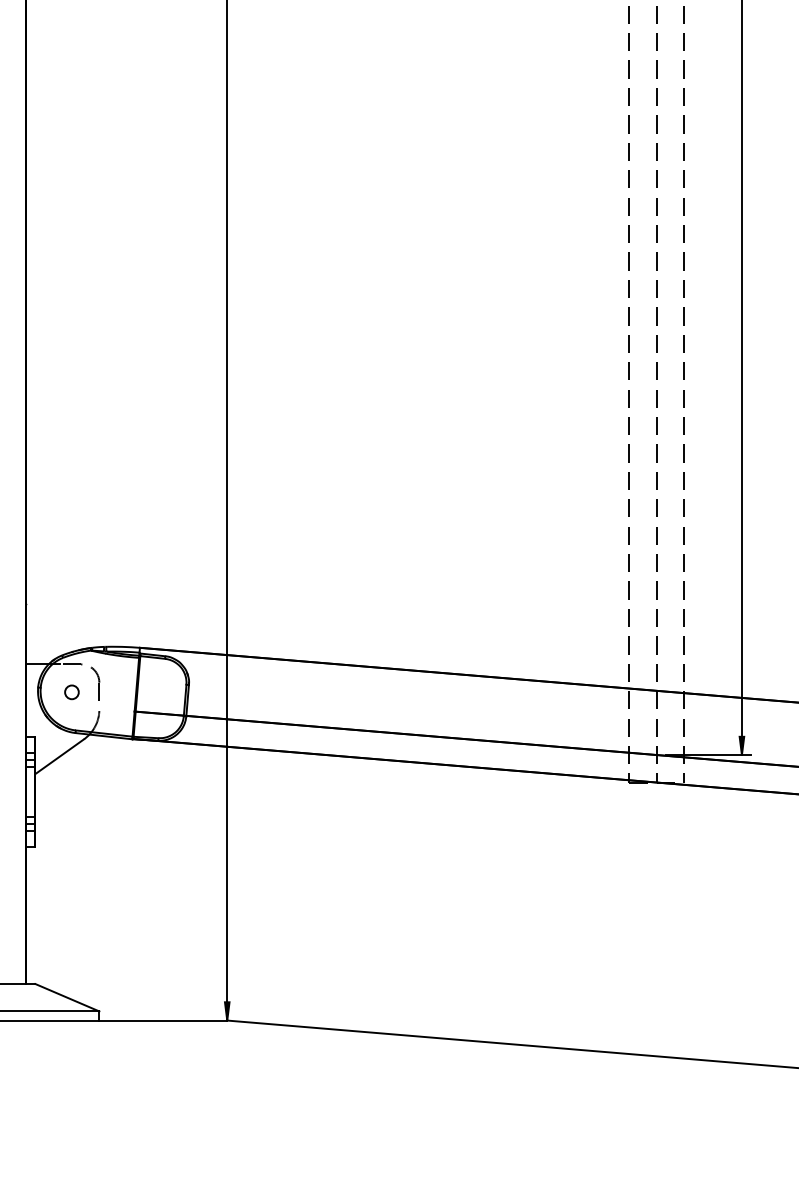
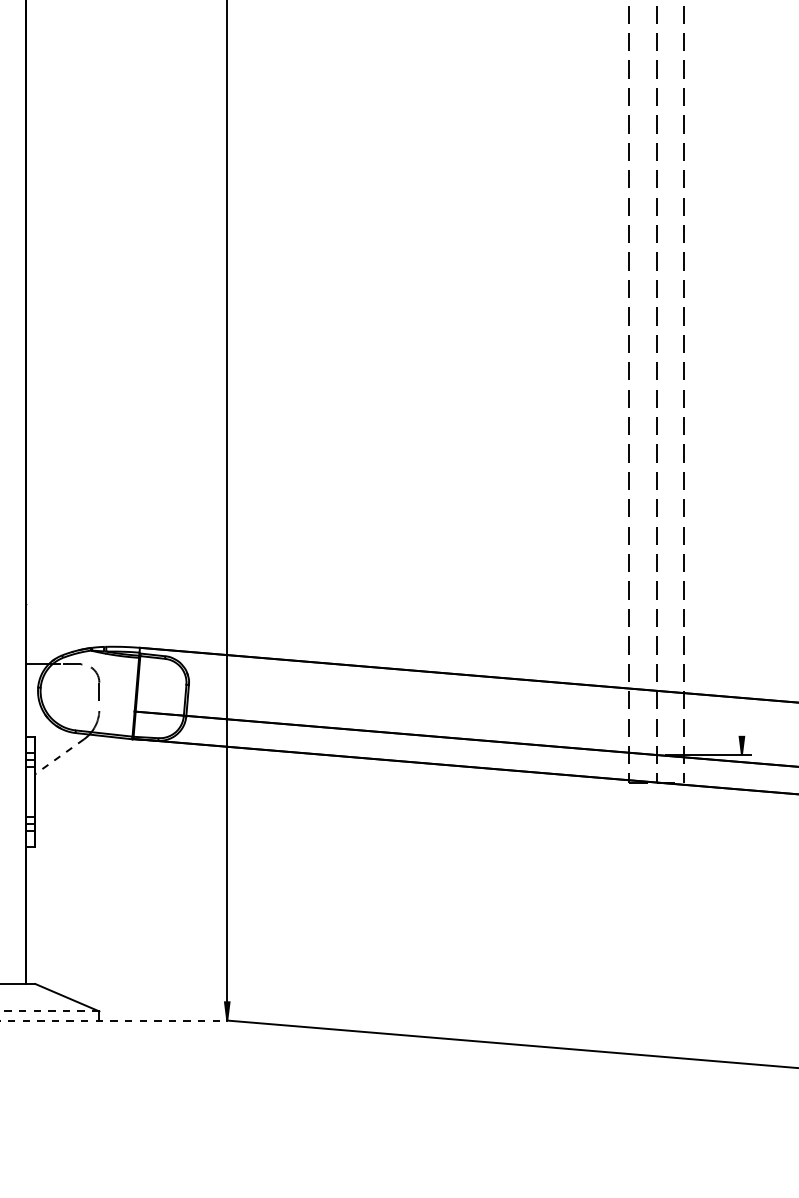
line at (741, 378): present -> none
circle at (71, 692): present -> none
line at (59, 756): solid -> dashed
line at (49, 1011): solid -> dashed
line at (114, 1020): solid -> dashed
